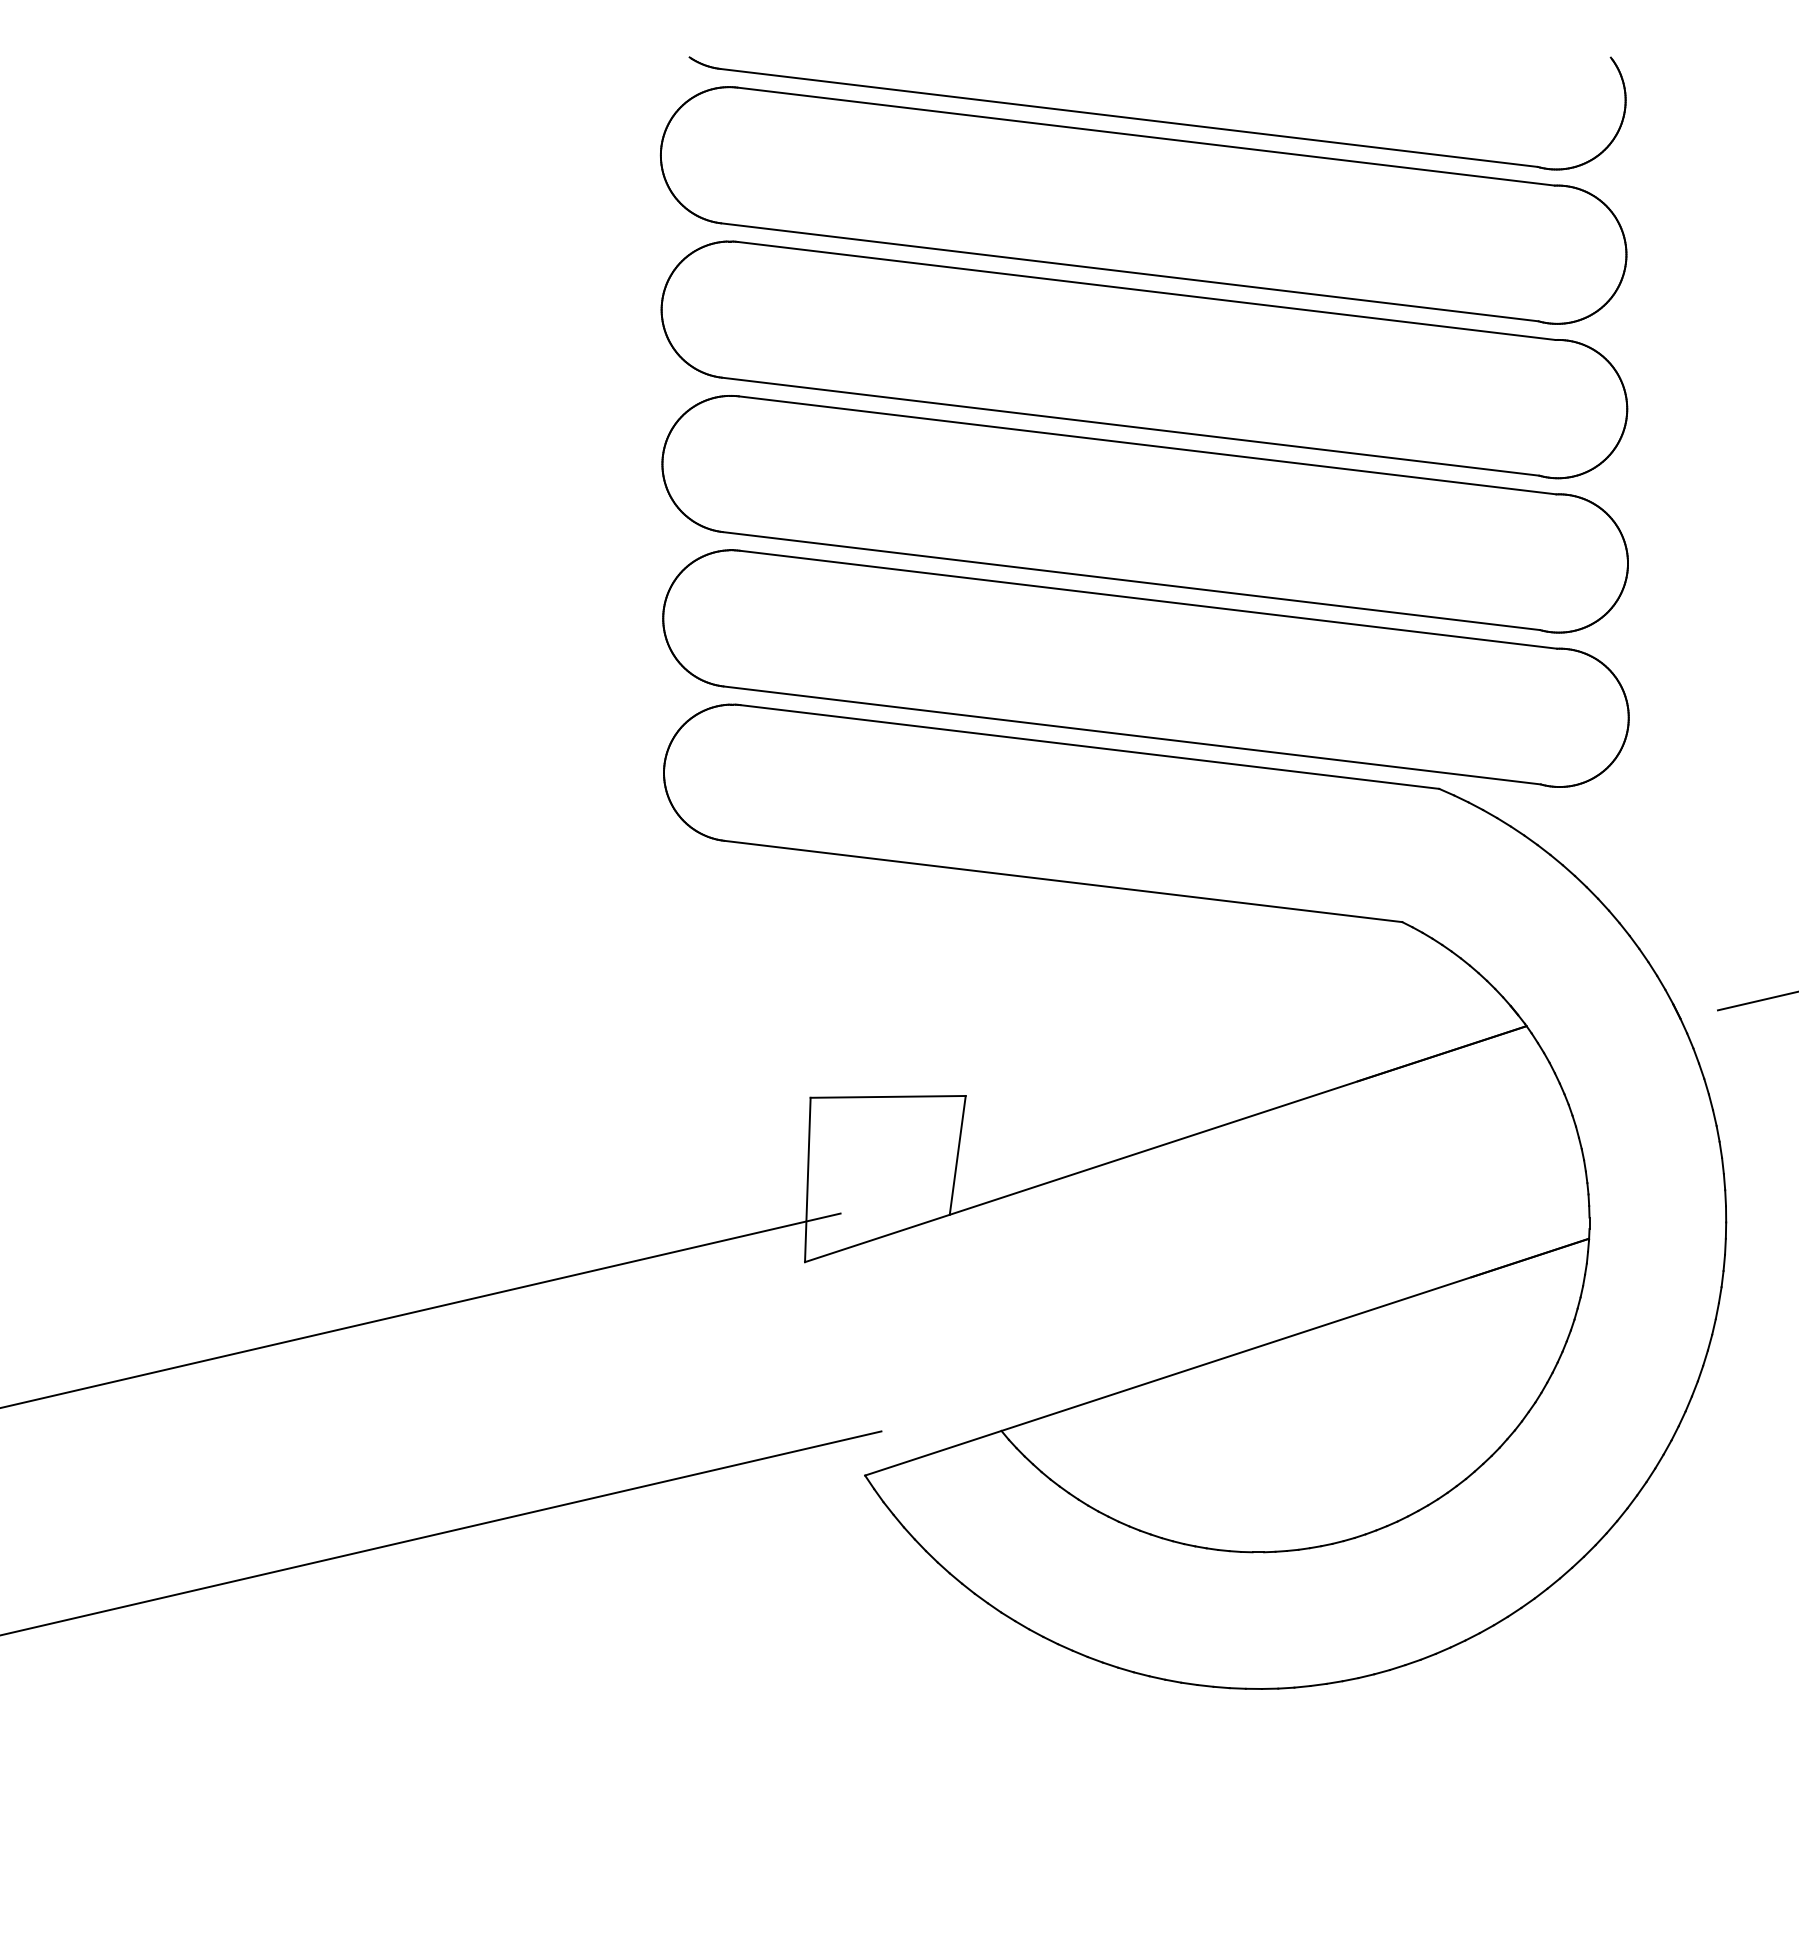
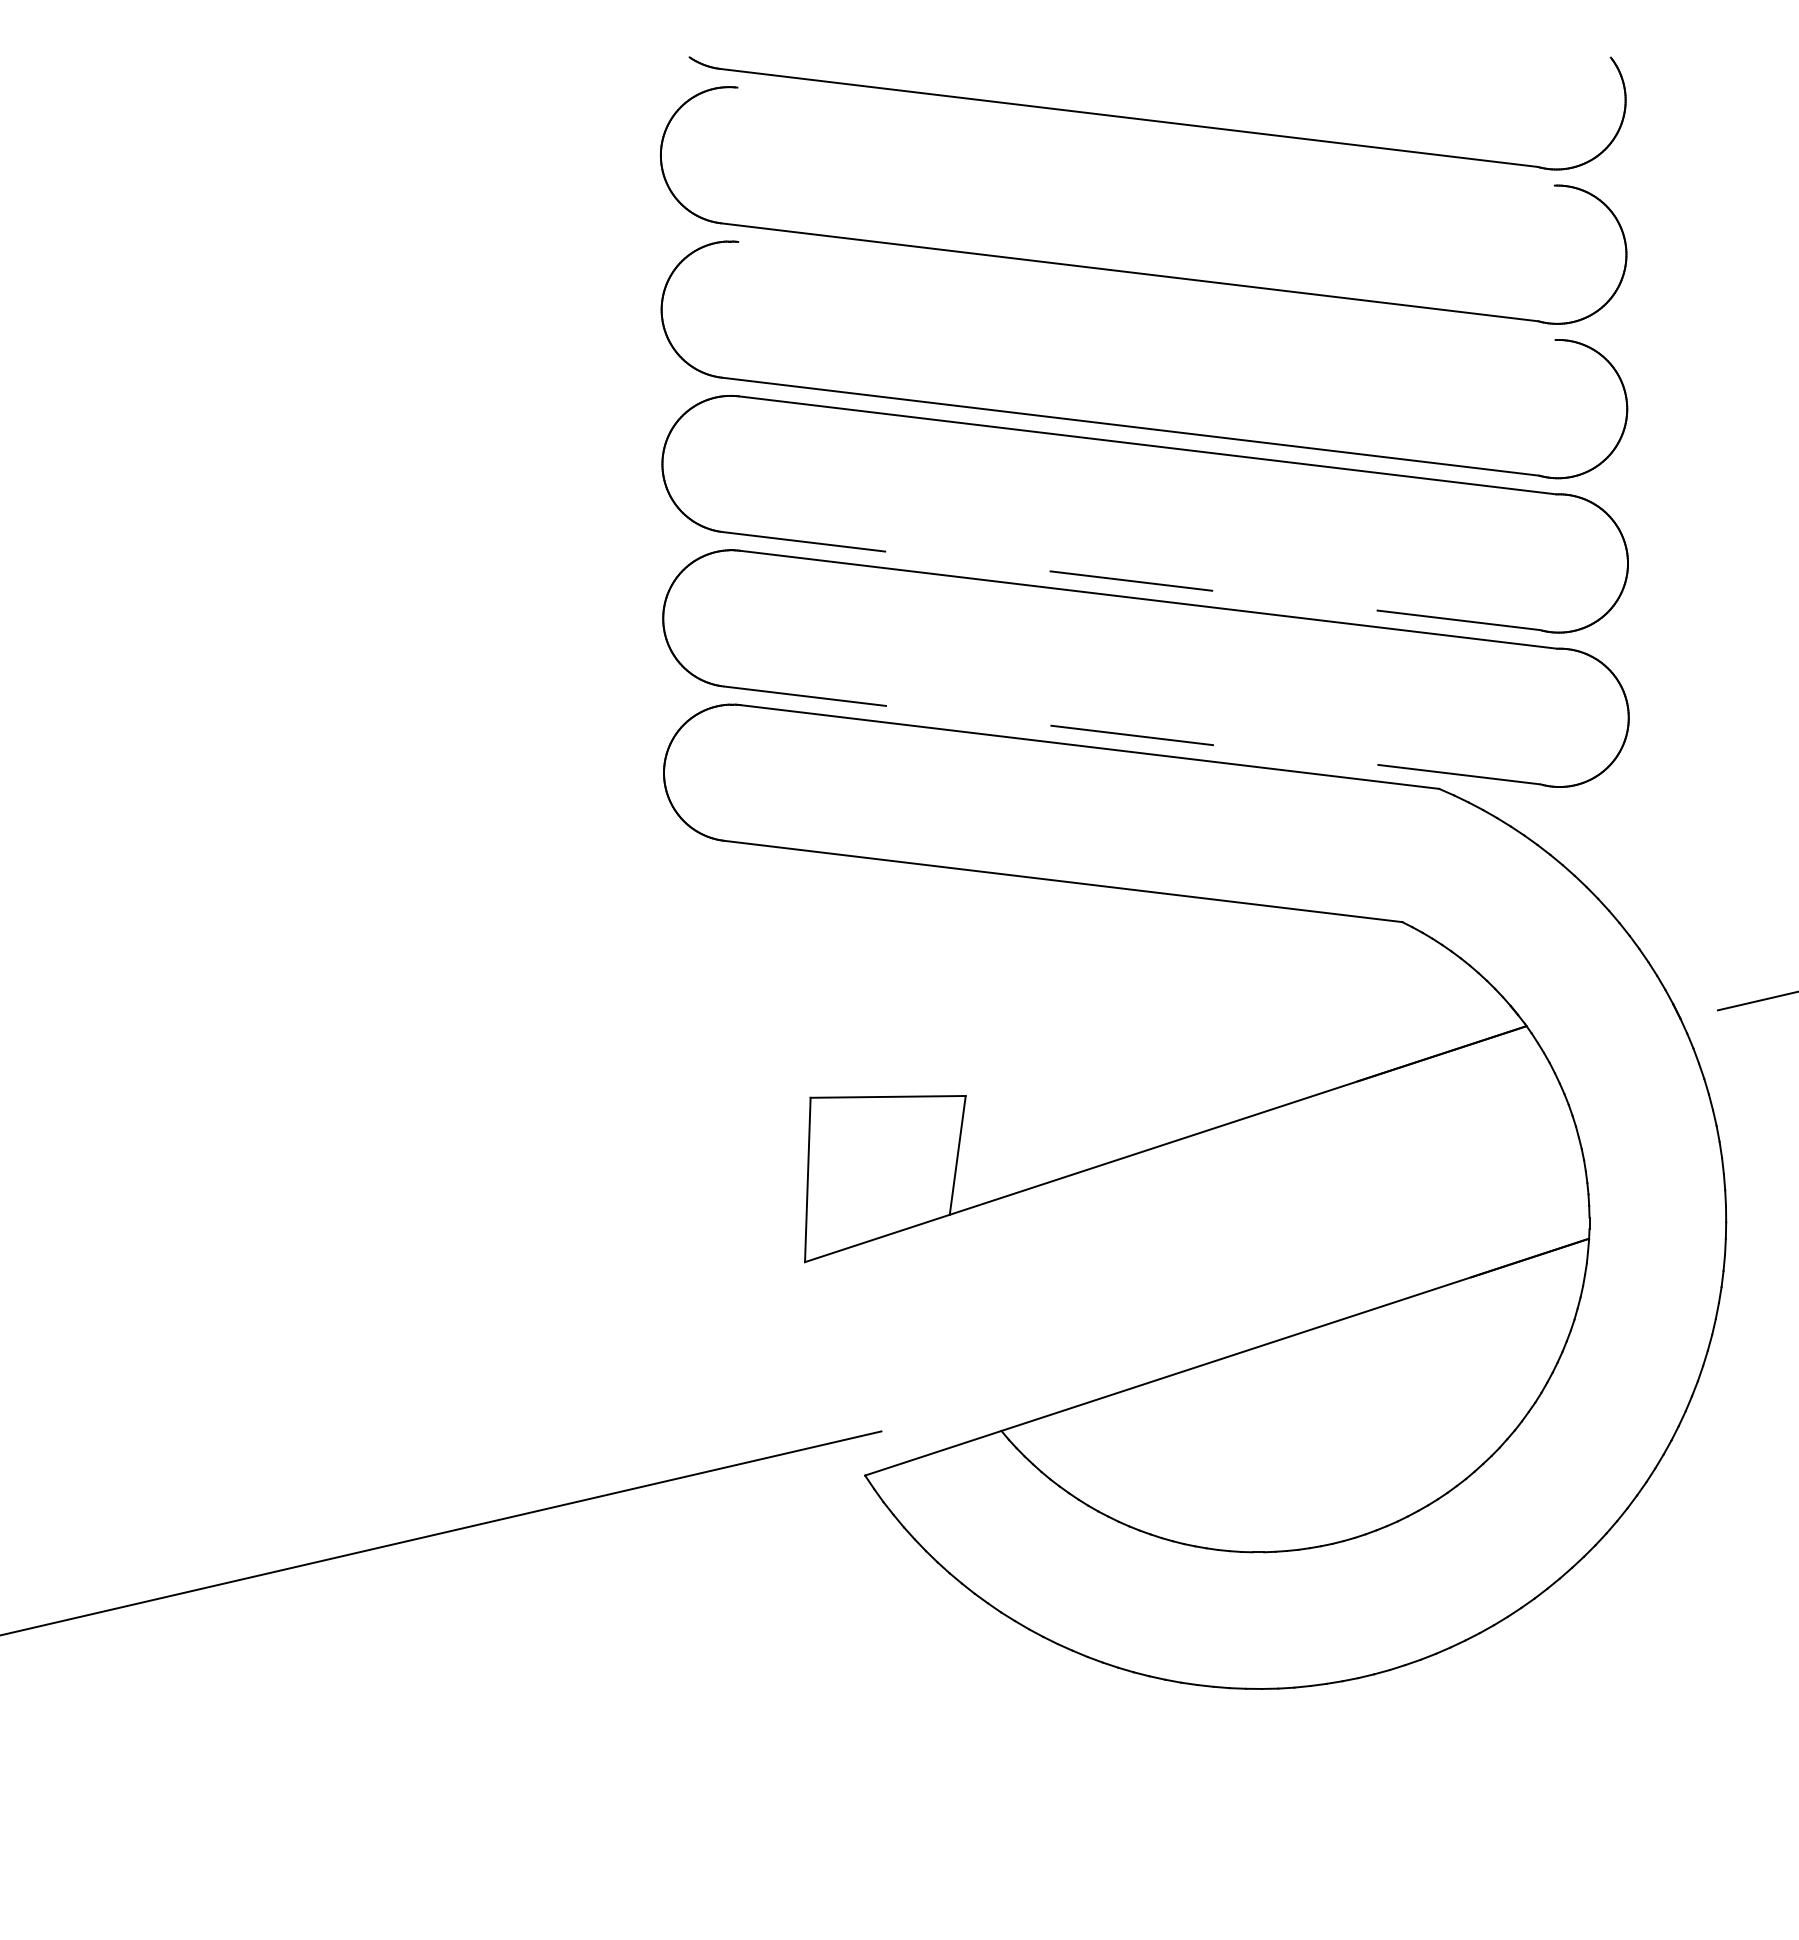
line at (1145, 136): present -> none
line at (1146, 290): present -> none
line at (1131, 581): solid -> dashed
line at (1132, 735): solid -> dashed
line at (421, 1310): present -> none
